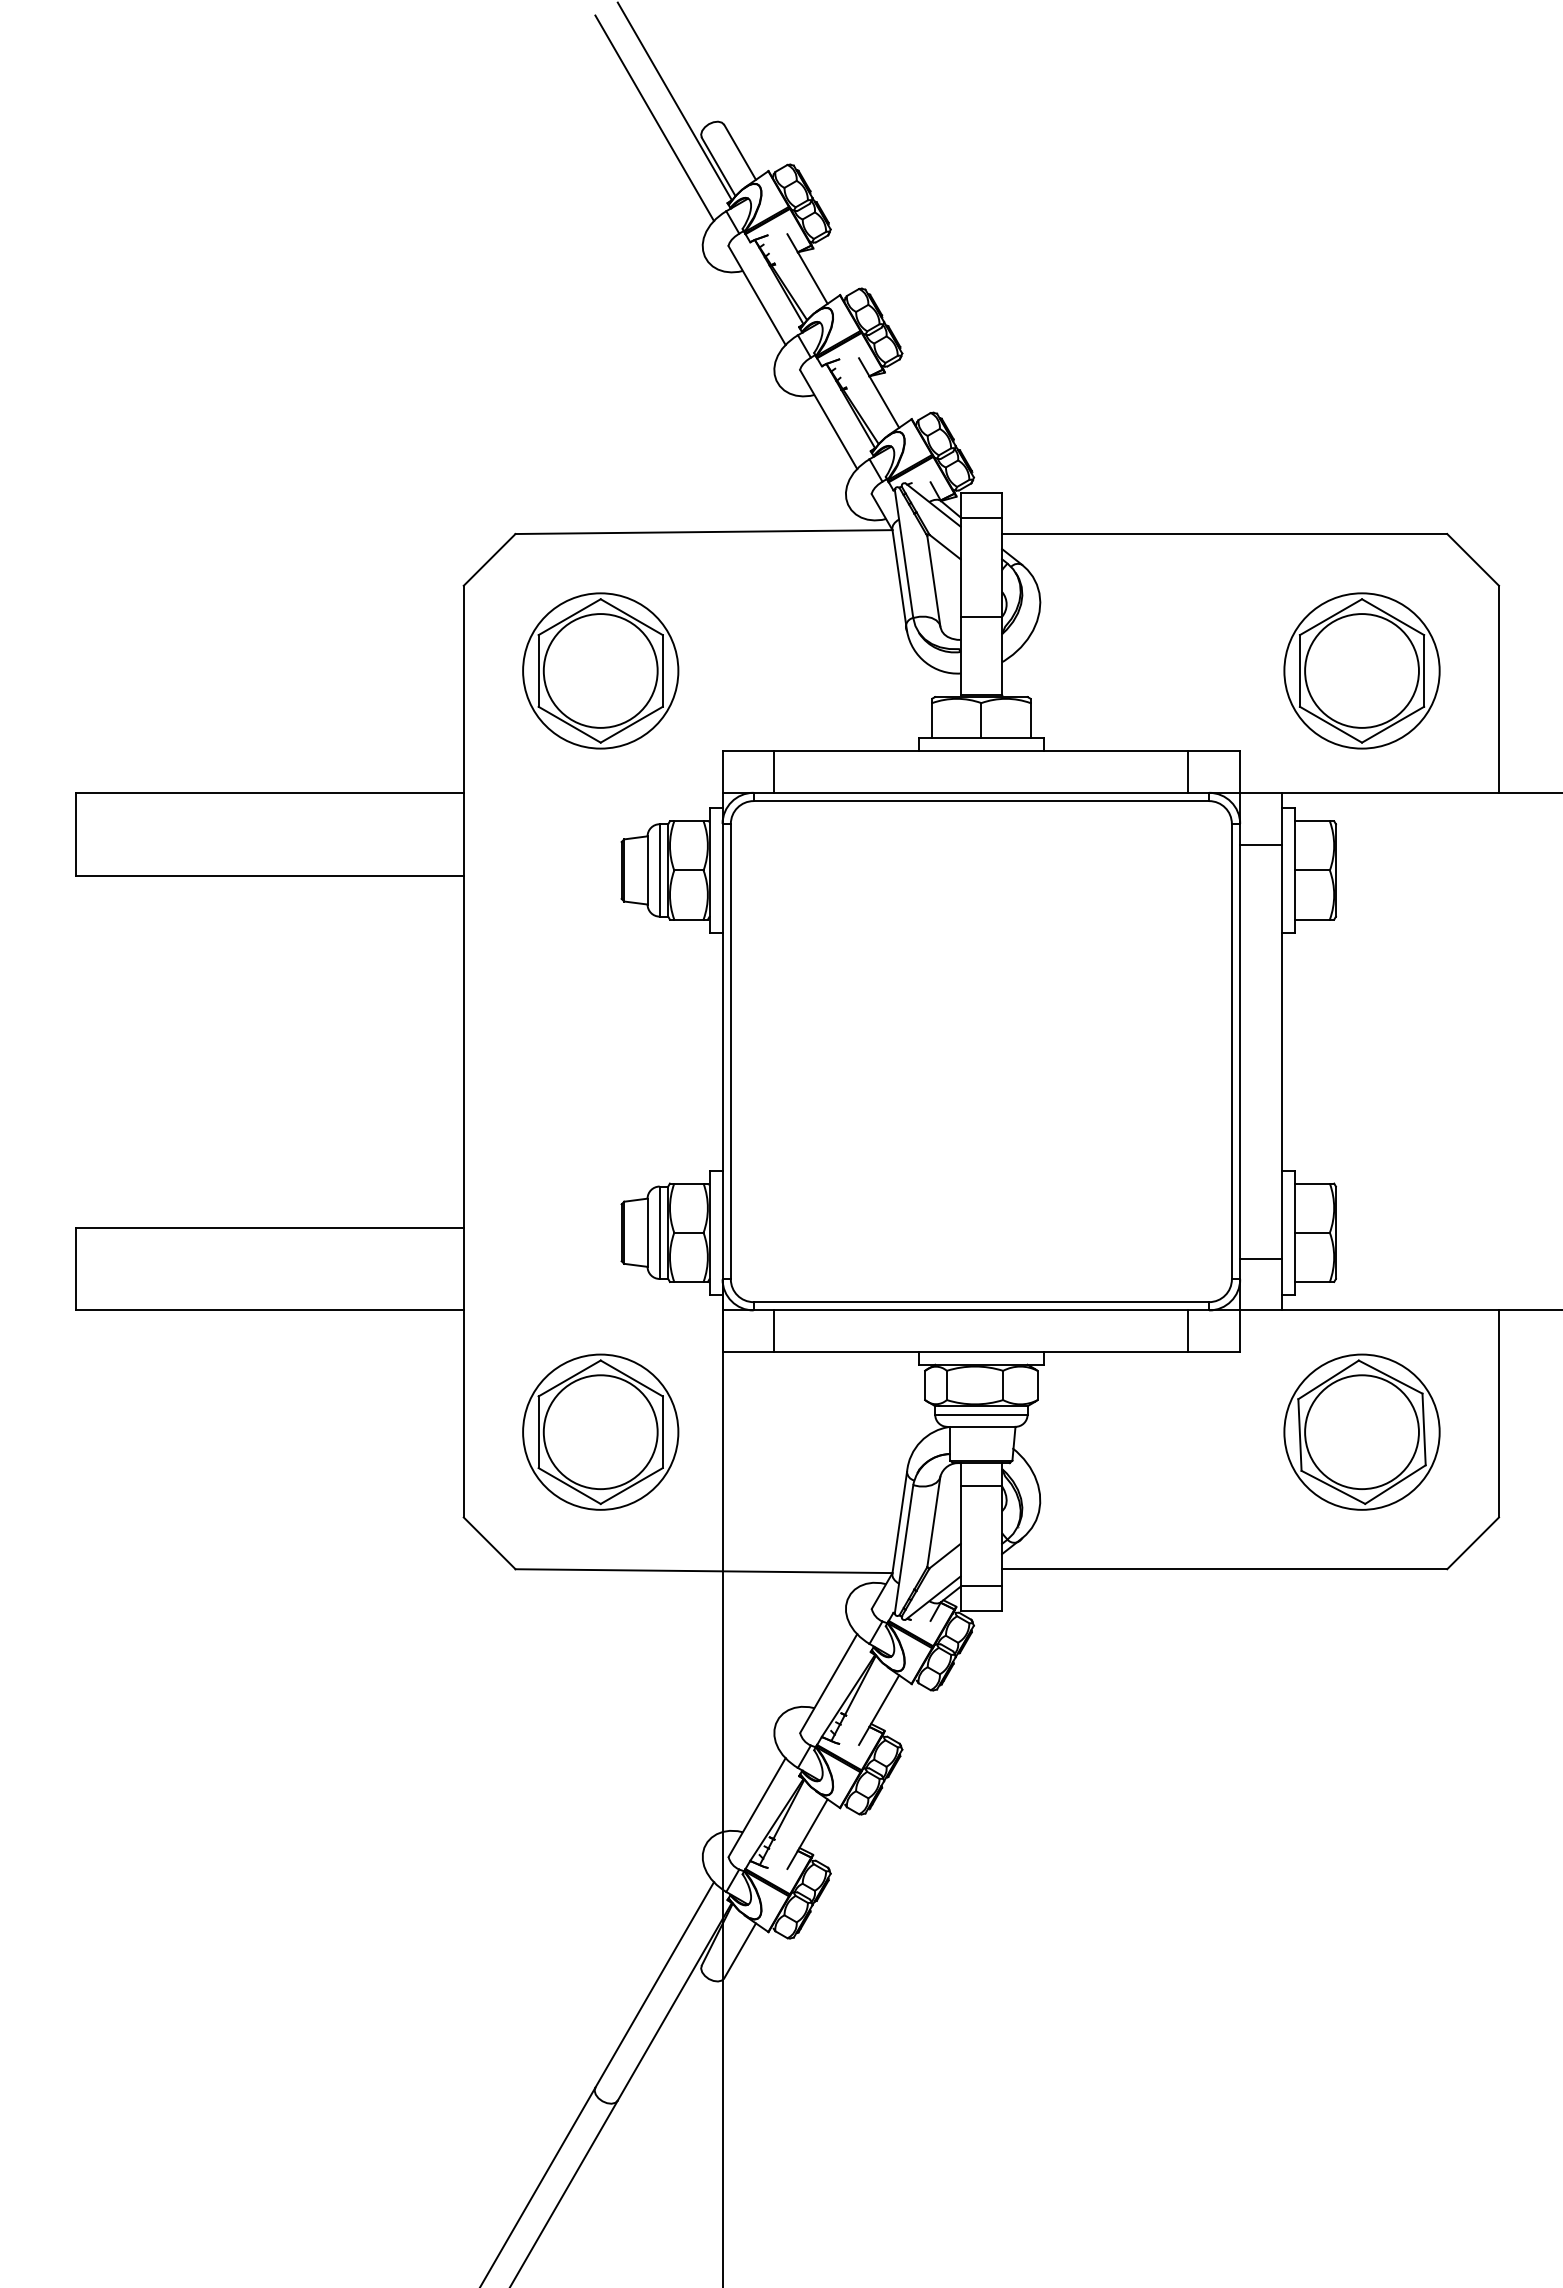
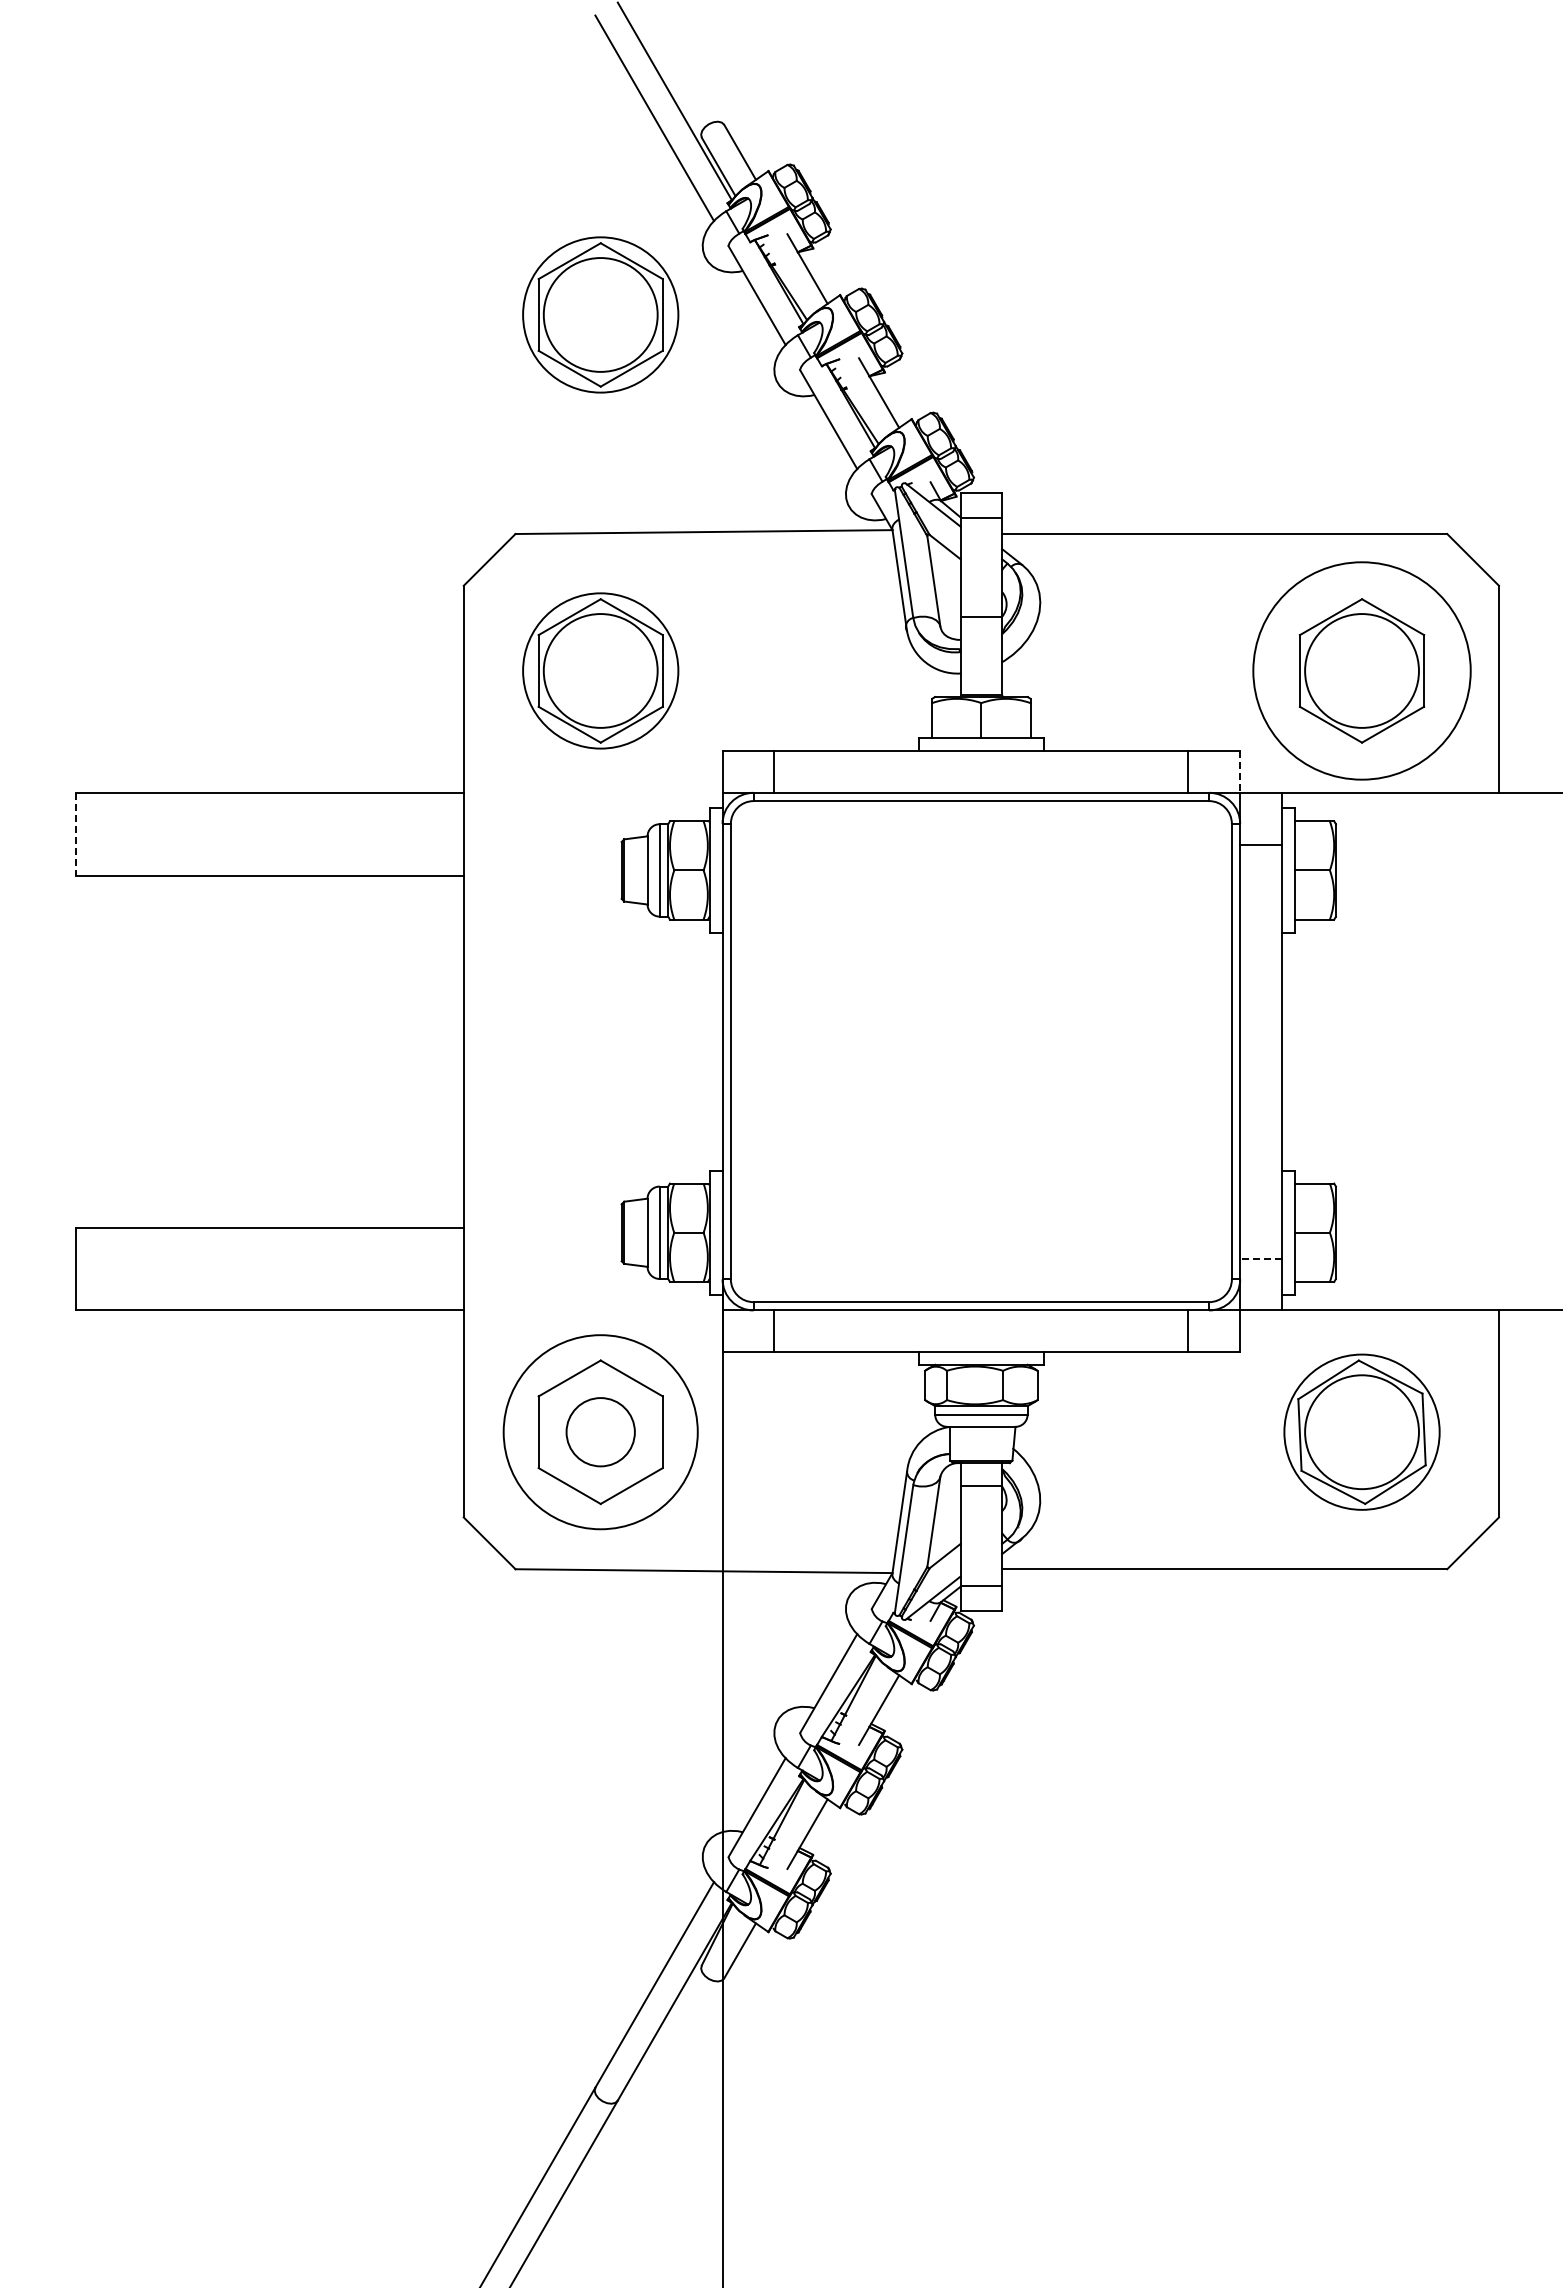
part at (600, 314): none -> present
circle at (1361, 670) diameter: 155 px -> 217 px
line at (1240, 772): solid -> dashed
line at (75, 834): solid -> dashed
line at (1260, 1258): solid -> dashed
circle at (600, 1431) diameter: 155 px -> 194 px
circle at (600, 1432) diameter: 114 px -> 68 px
